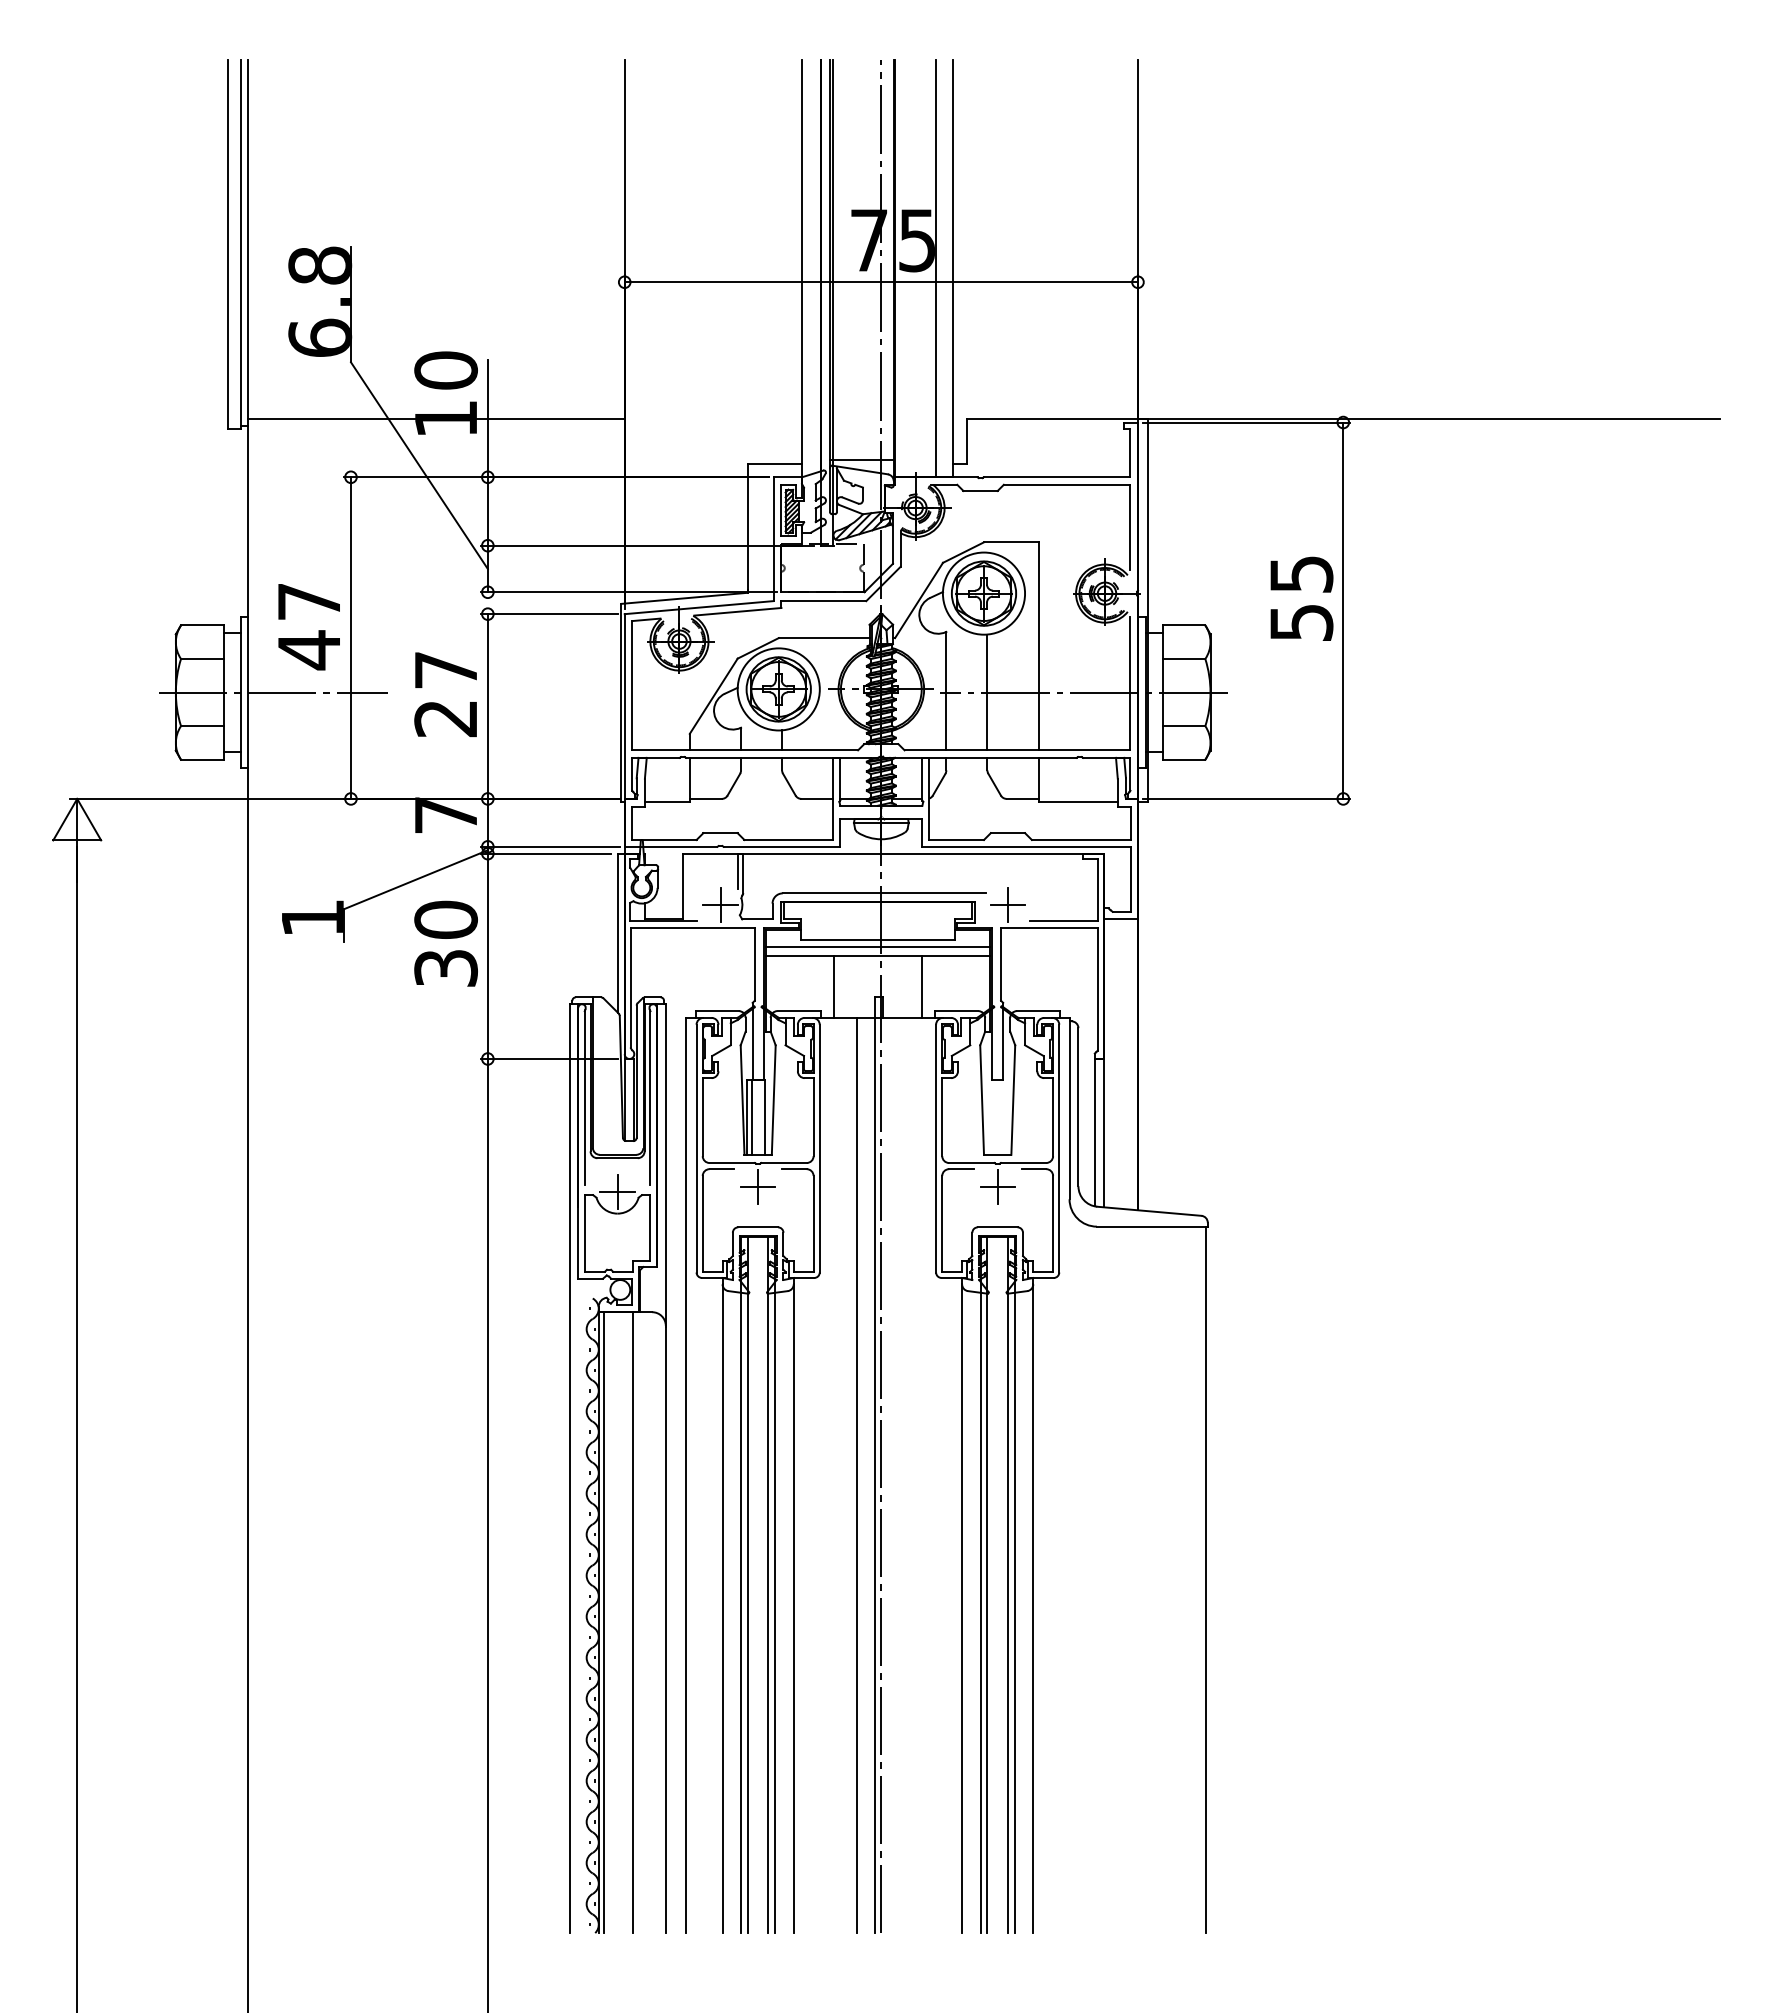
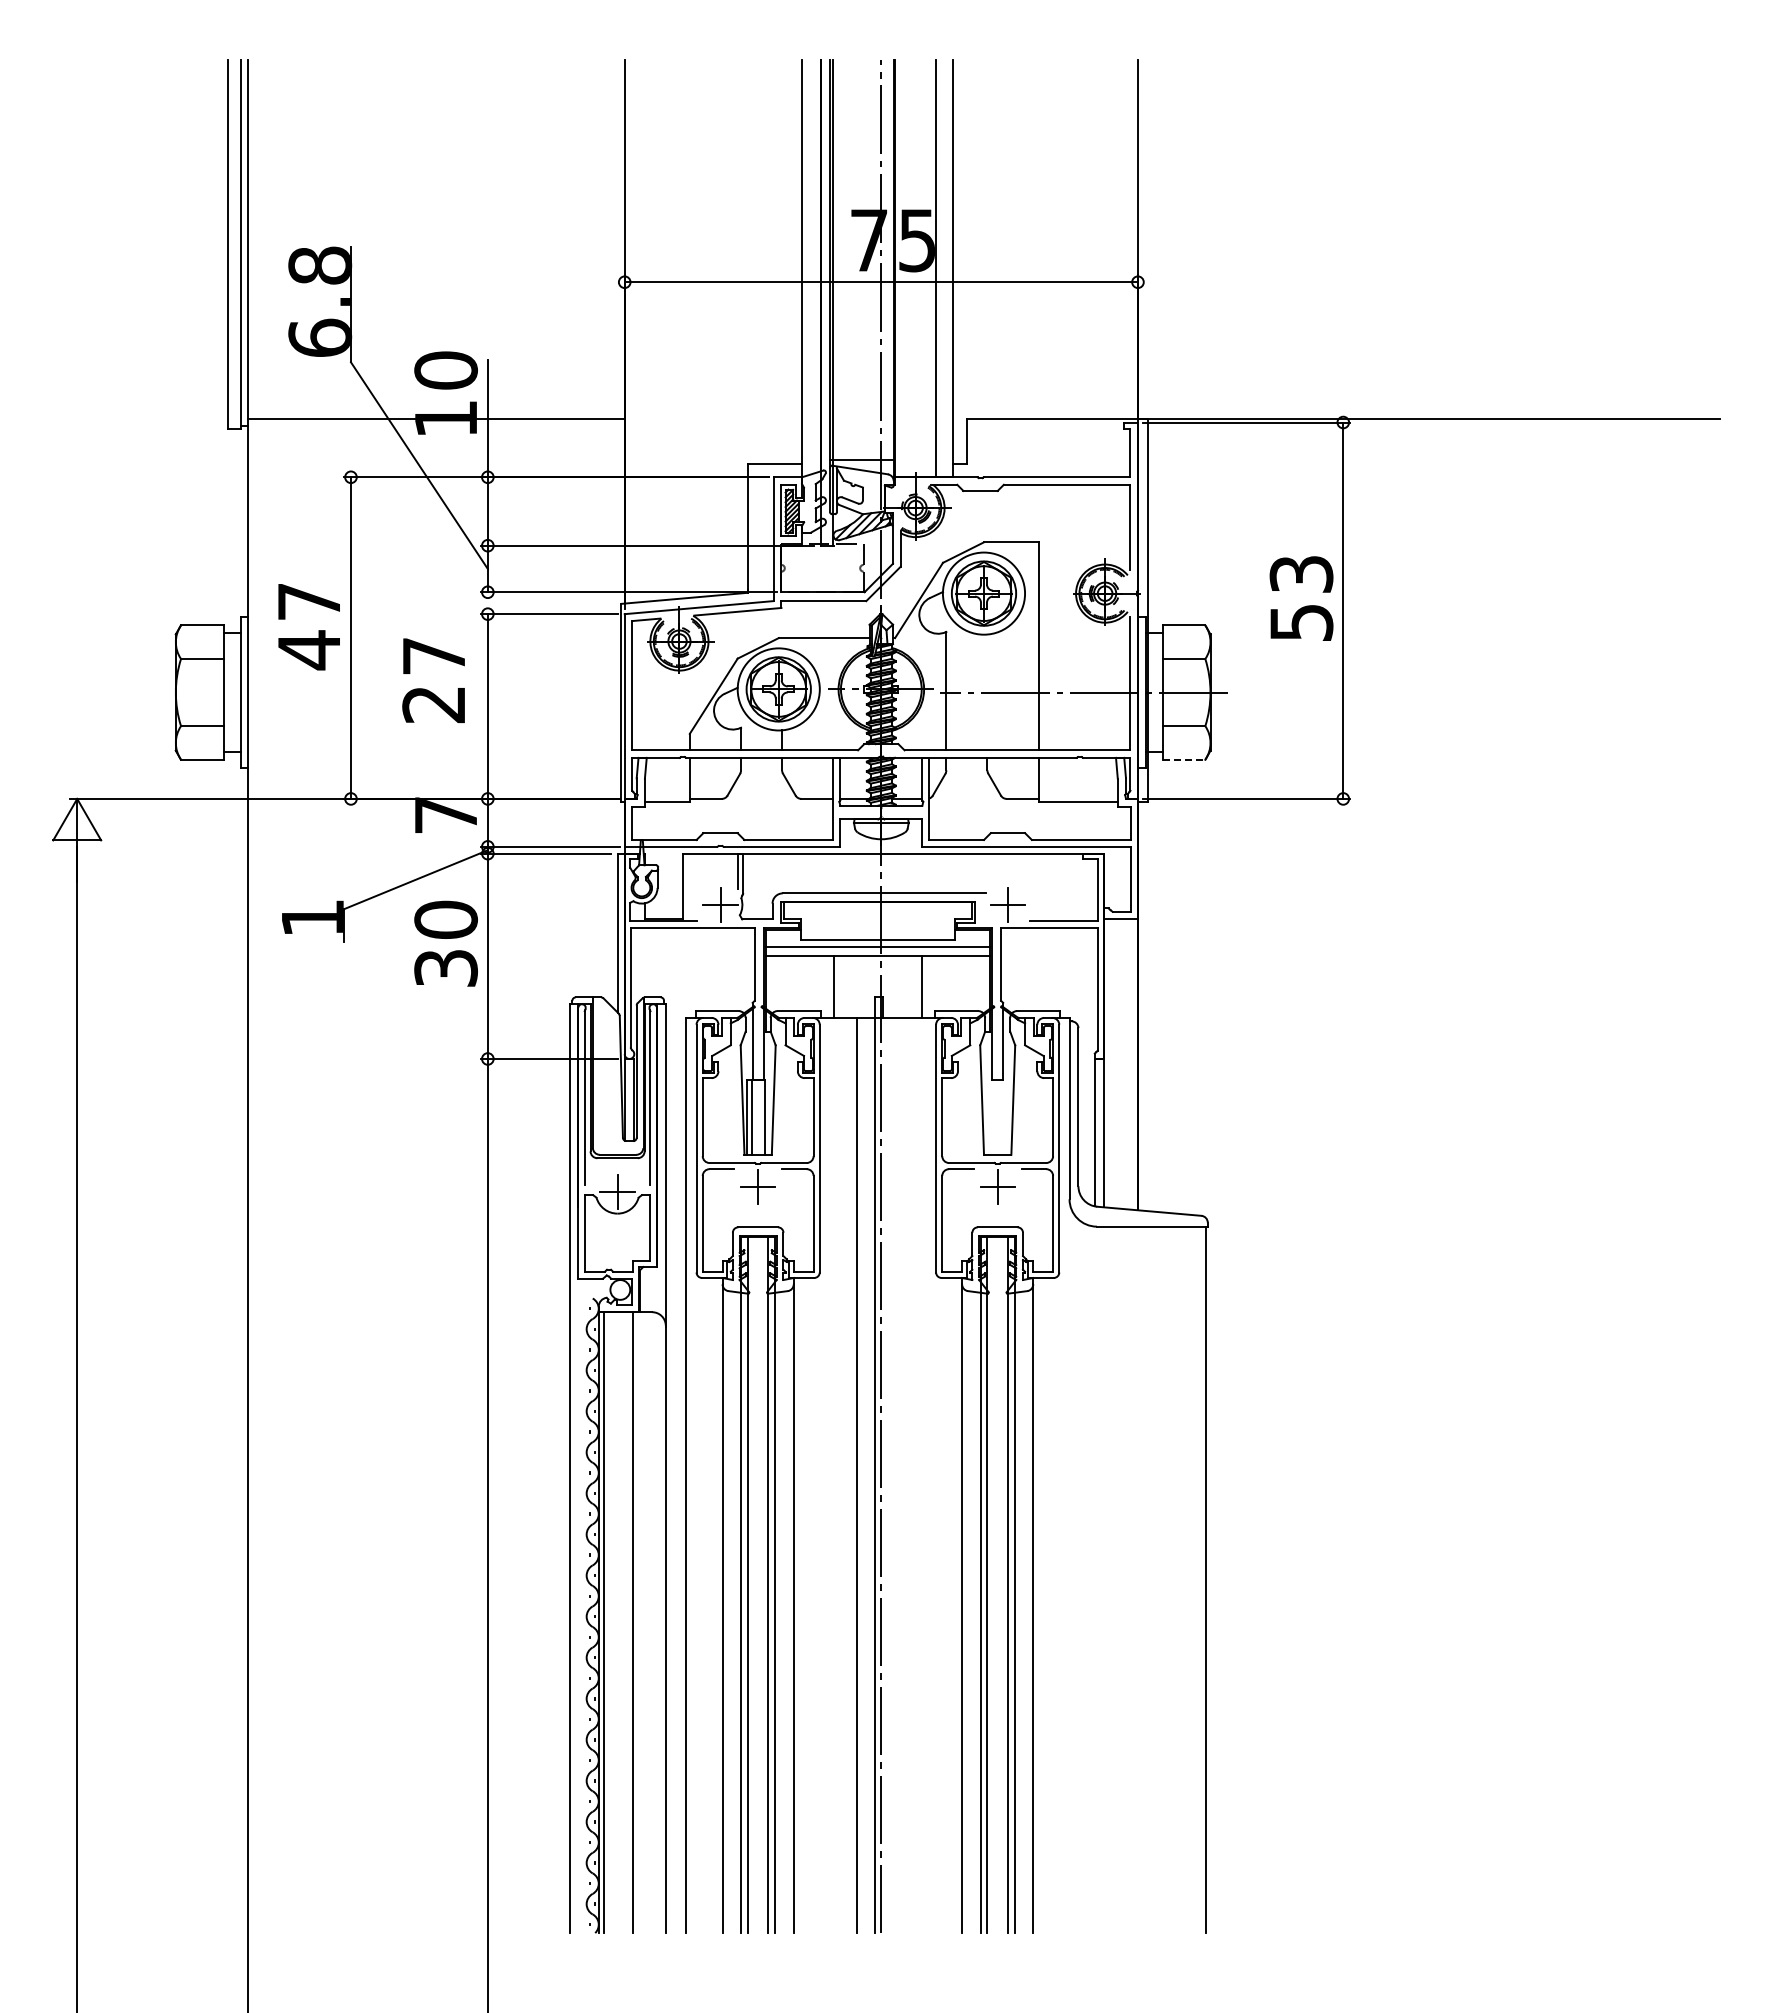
text at (1300, 574): 55 -> 53
line at (273, 692): present -> none
line at (987, 692): present -> none
text at (445, 694) position: (445, 694) -> (433, 680)
line at (1184, 759): solid -> dashed
